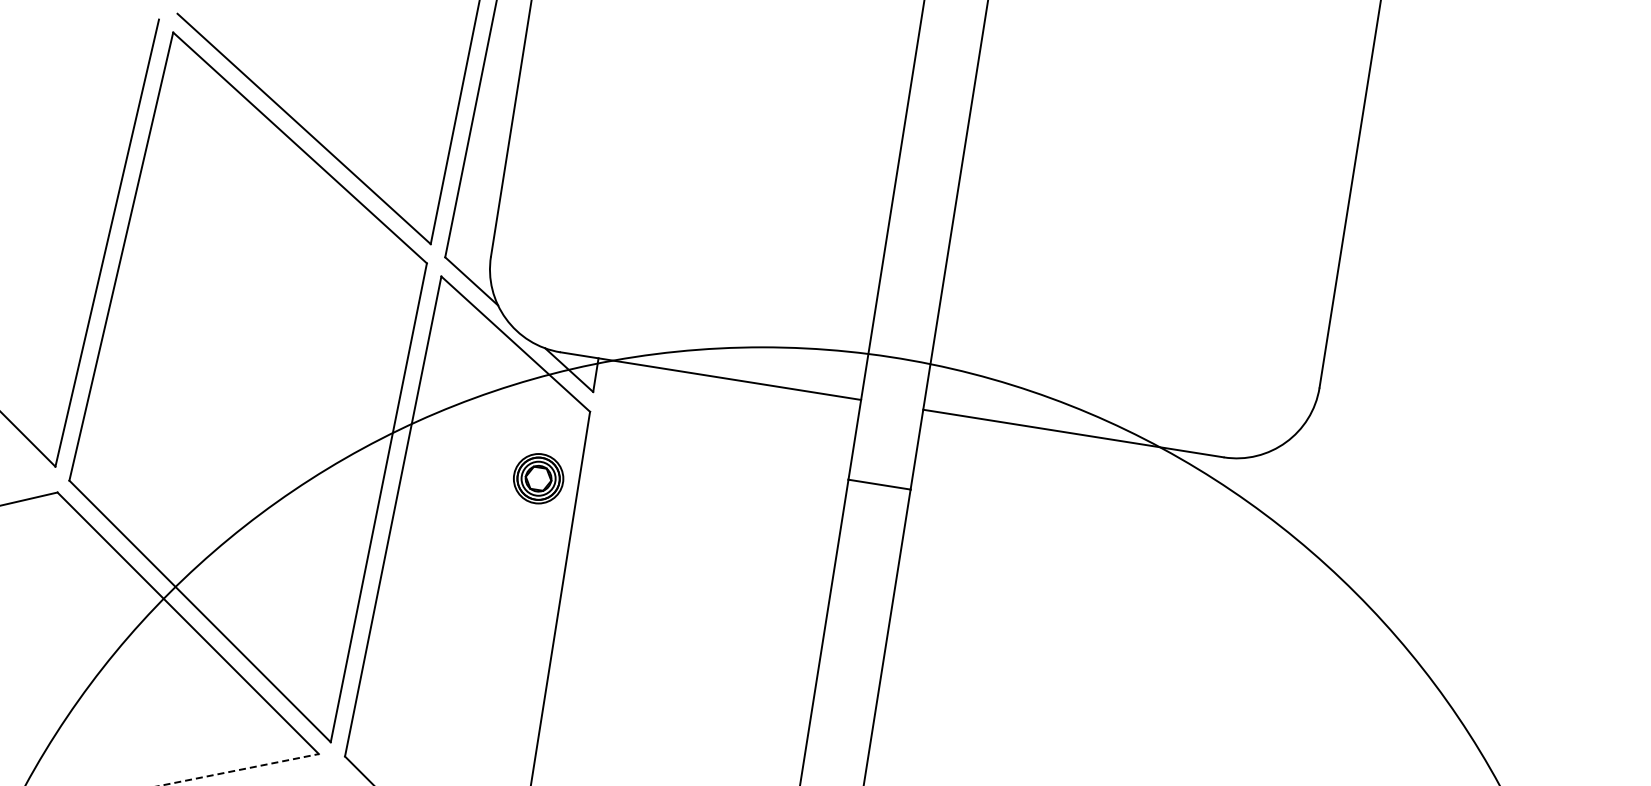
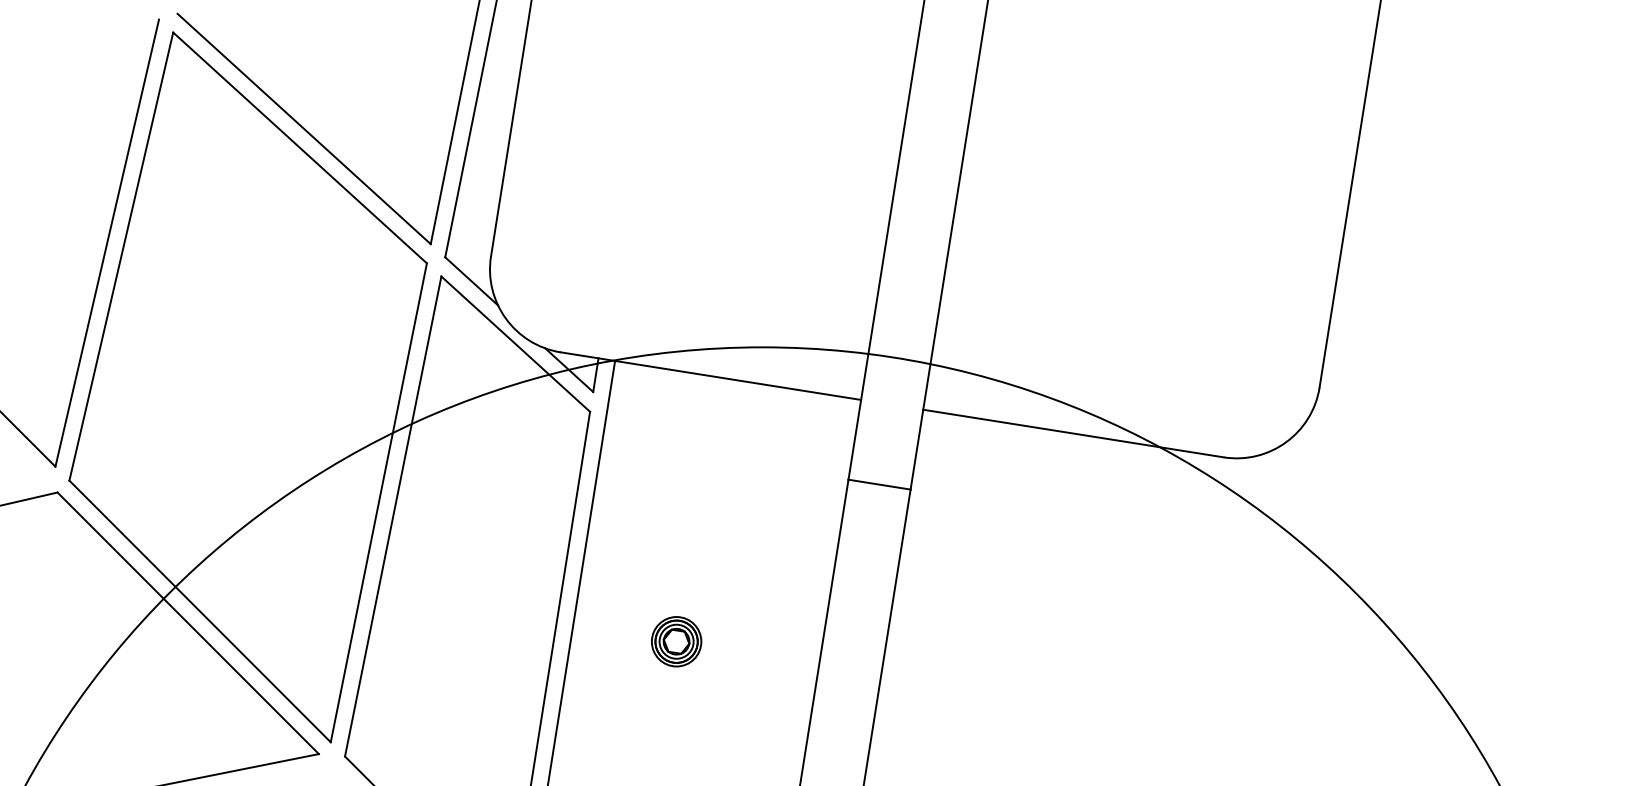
part at (538, 478) position: (538, 478) -> (676, 641)
line at (581, 571): none -> present
line at (239, 769): dashed -> solid
